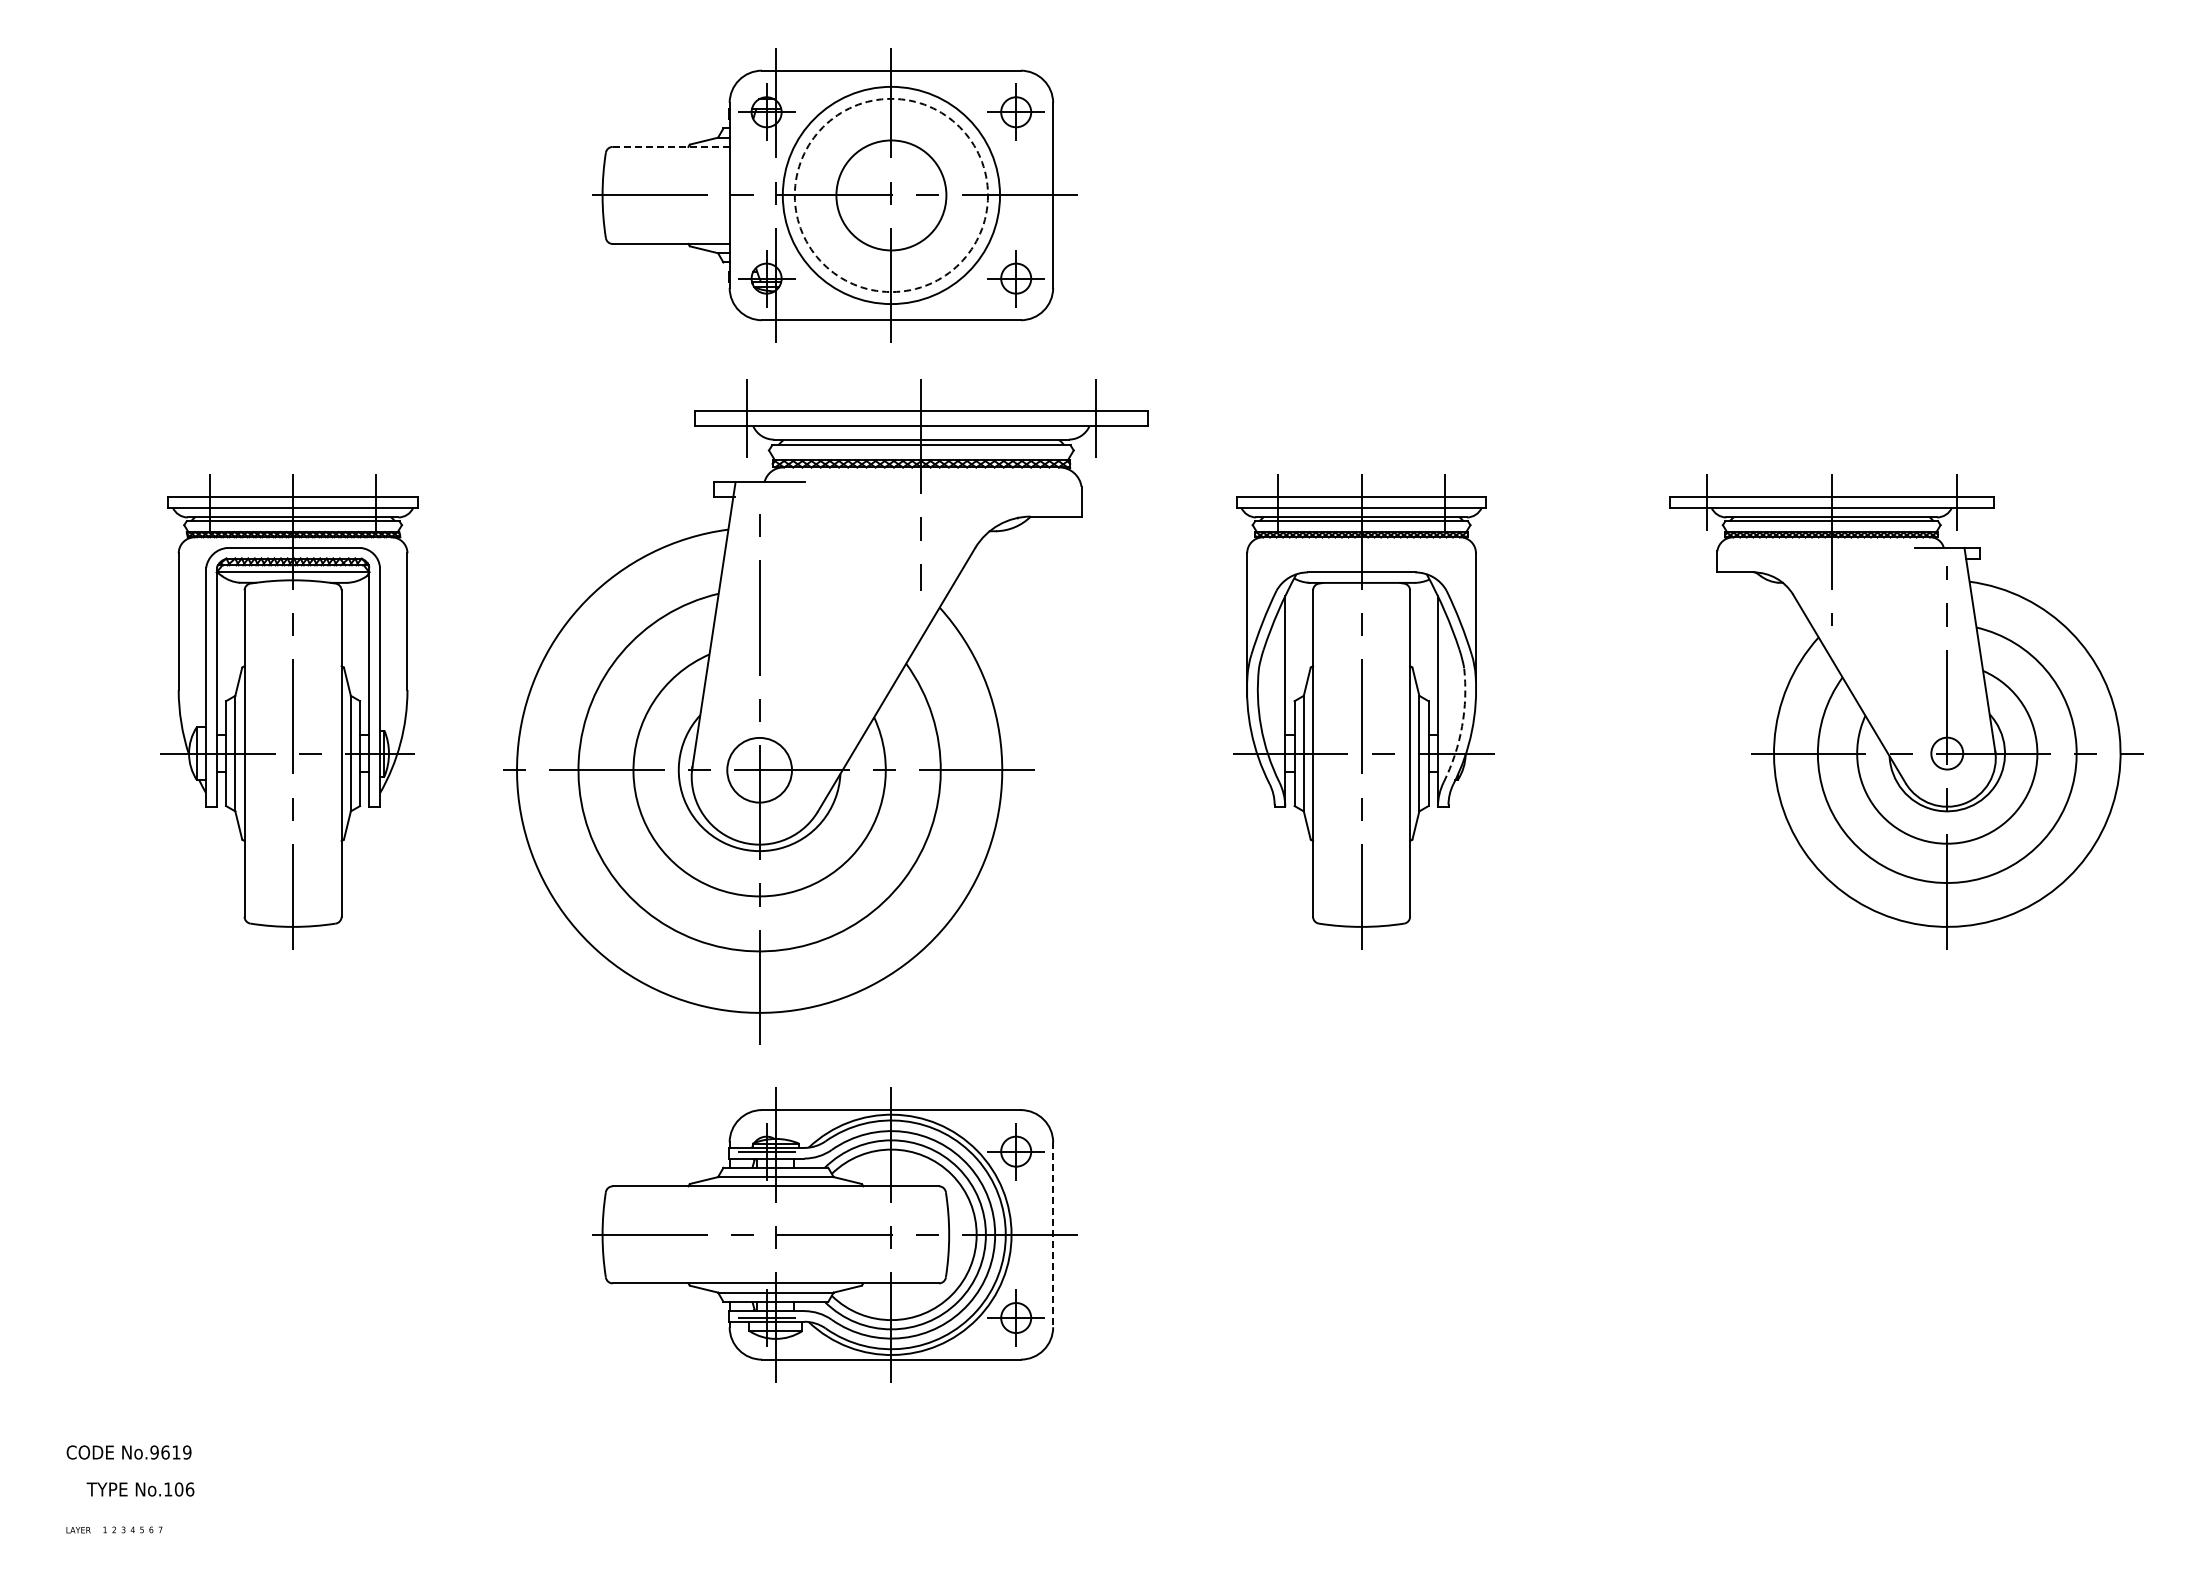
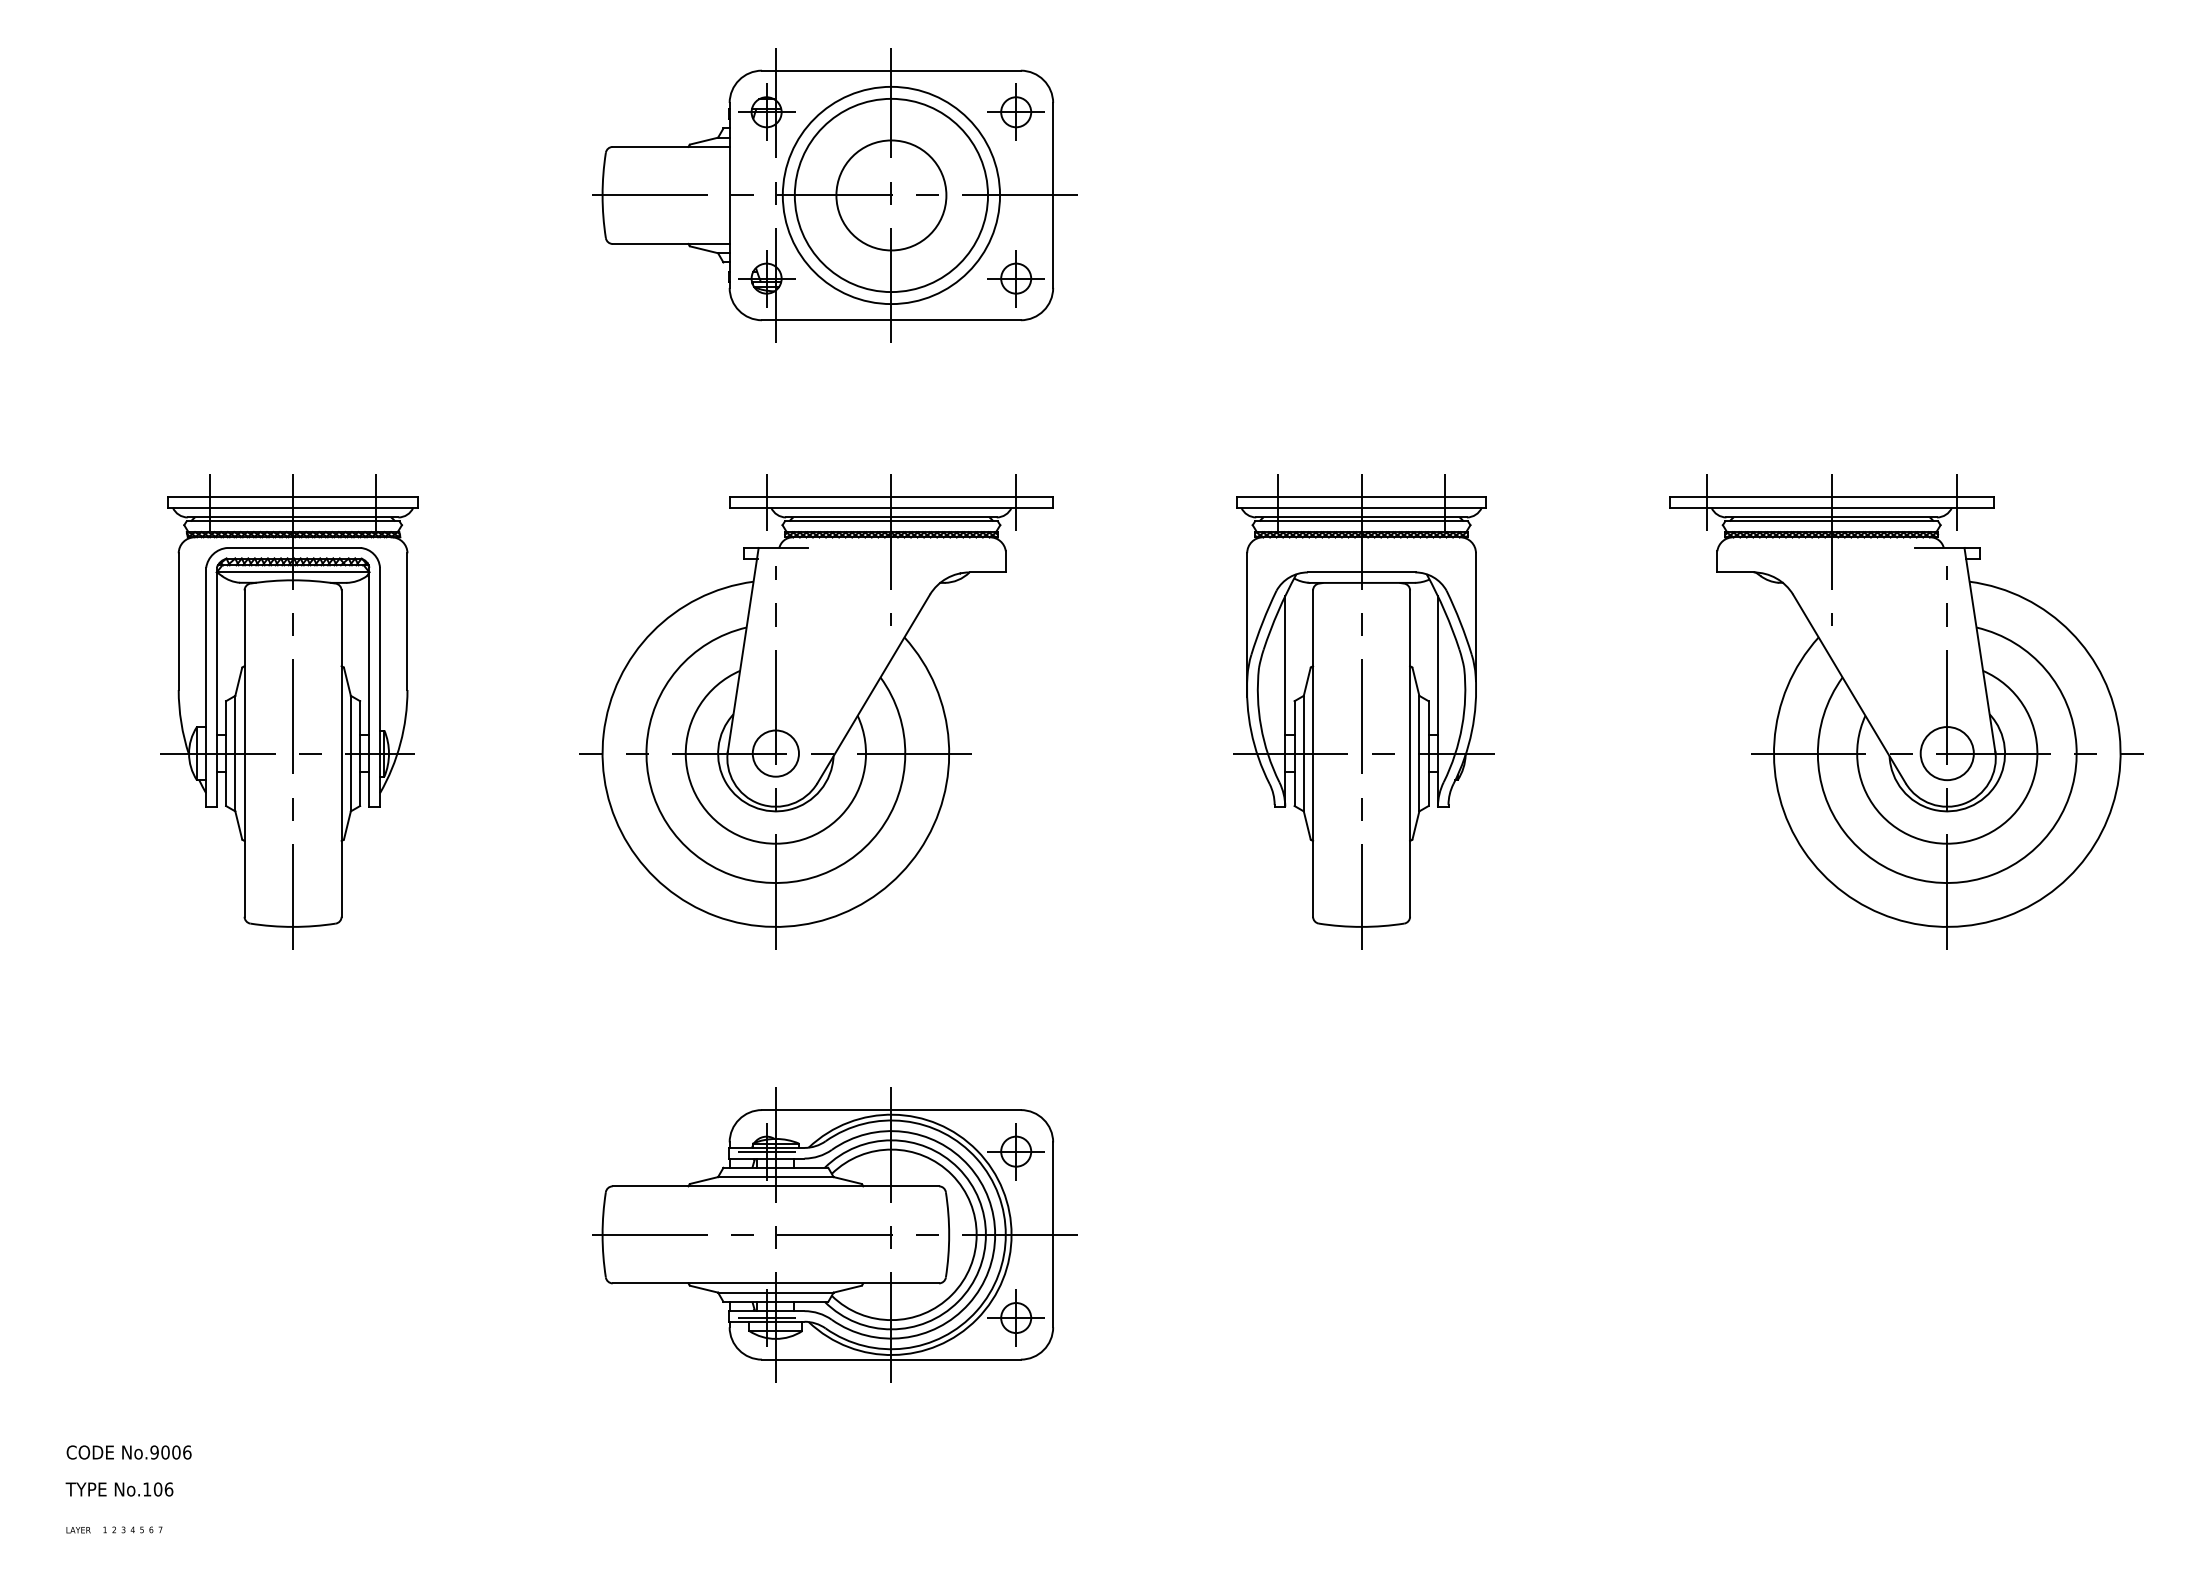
line at (670, 146): dashed -> solid
circle at (891, 195): dashed -> solid
part at (825, 711) size: 646x666 px -> 475x476 px
arc at (1462, 726): dashed -> solid
circle at (1947, 753) diameter: 32 px -> 53 px
line at (1053, 1235): dashed -> solid
text at (176, 1452): No.9619 -> No.9006
text at (140, 1489) position: (140, 1489) -> (119, 1489)
